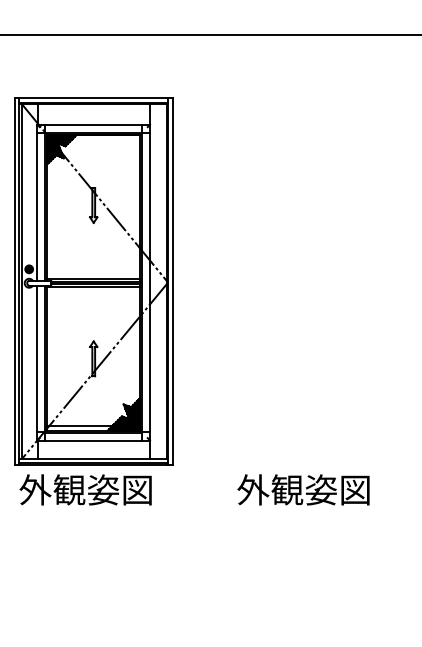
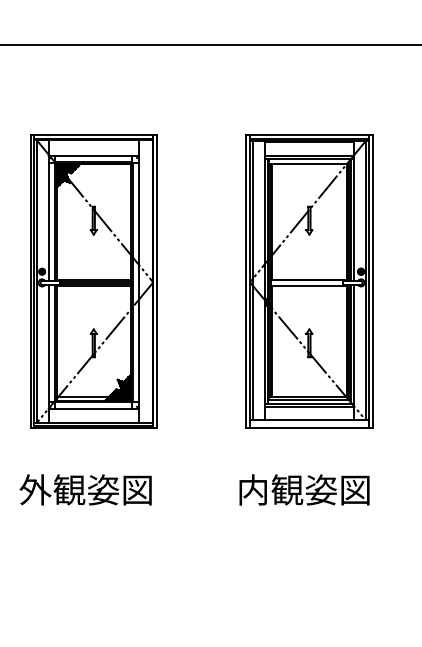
line at (210, 35) position: (210, 35) -> (210, 45)
part at (93, 281) size: 160x369 px -> 128x295 px
part at (309, 281): none -> present
text at (253, 489): 外観姿図 -> 内観姿図
